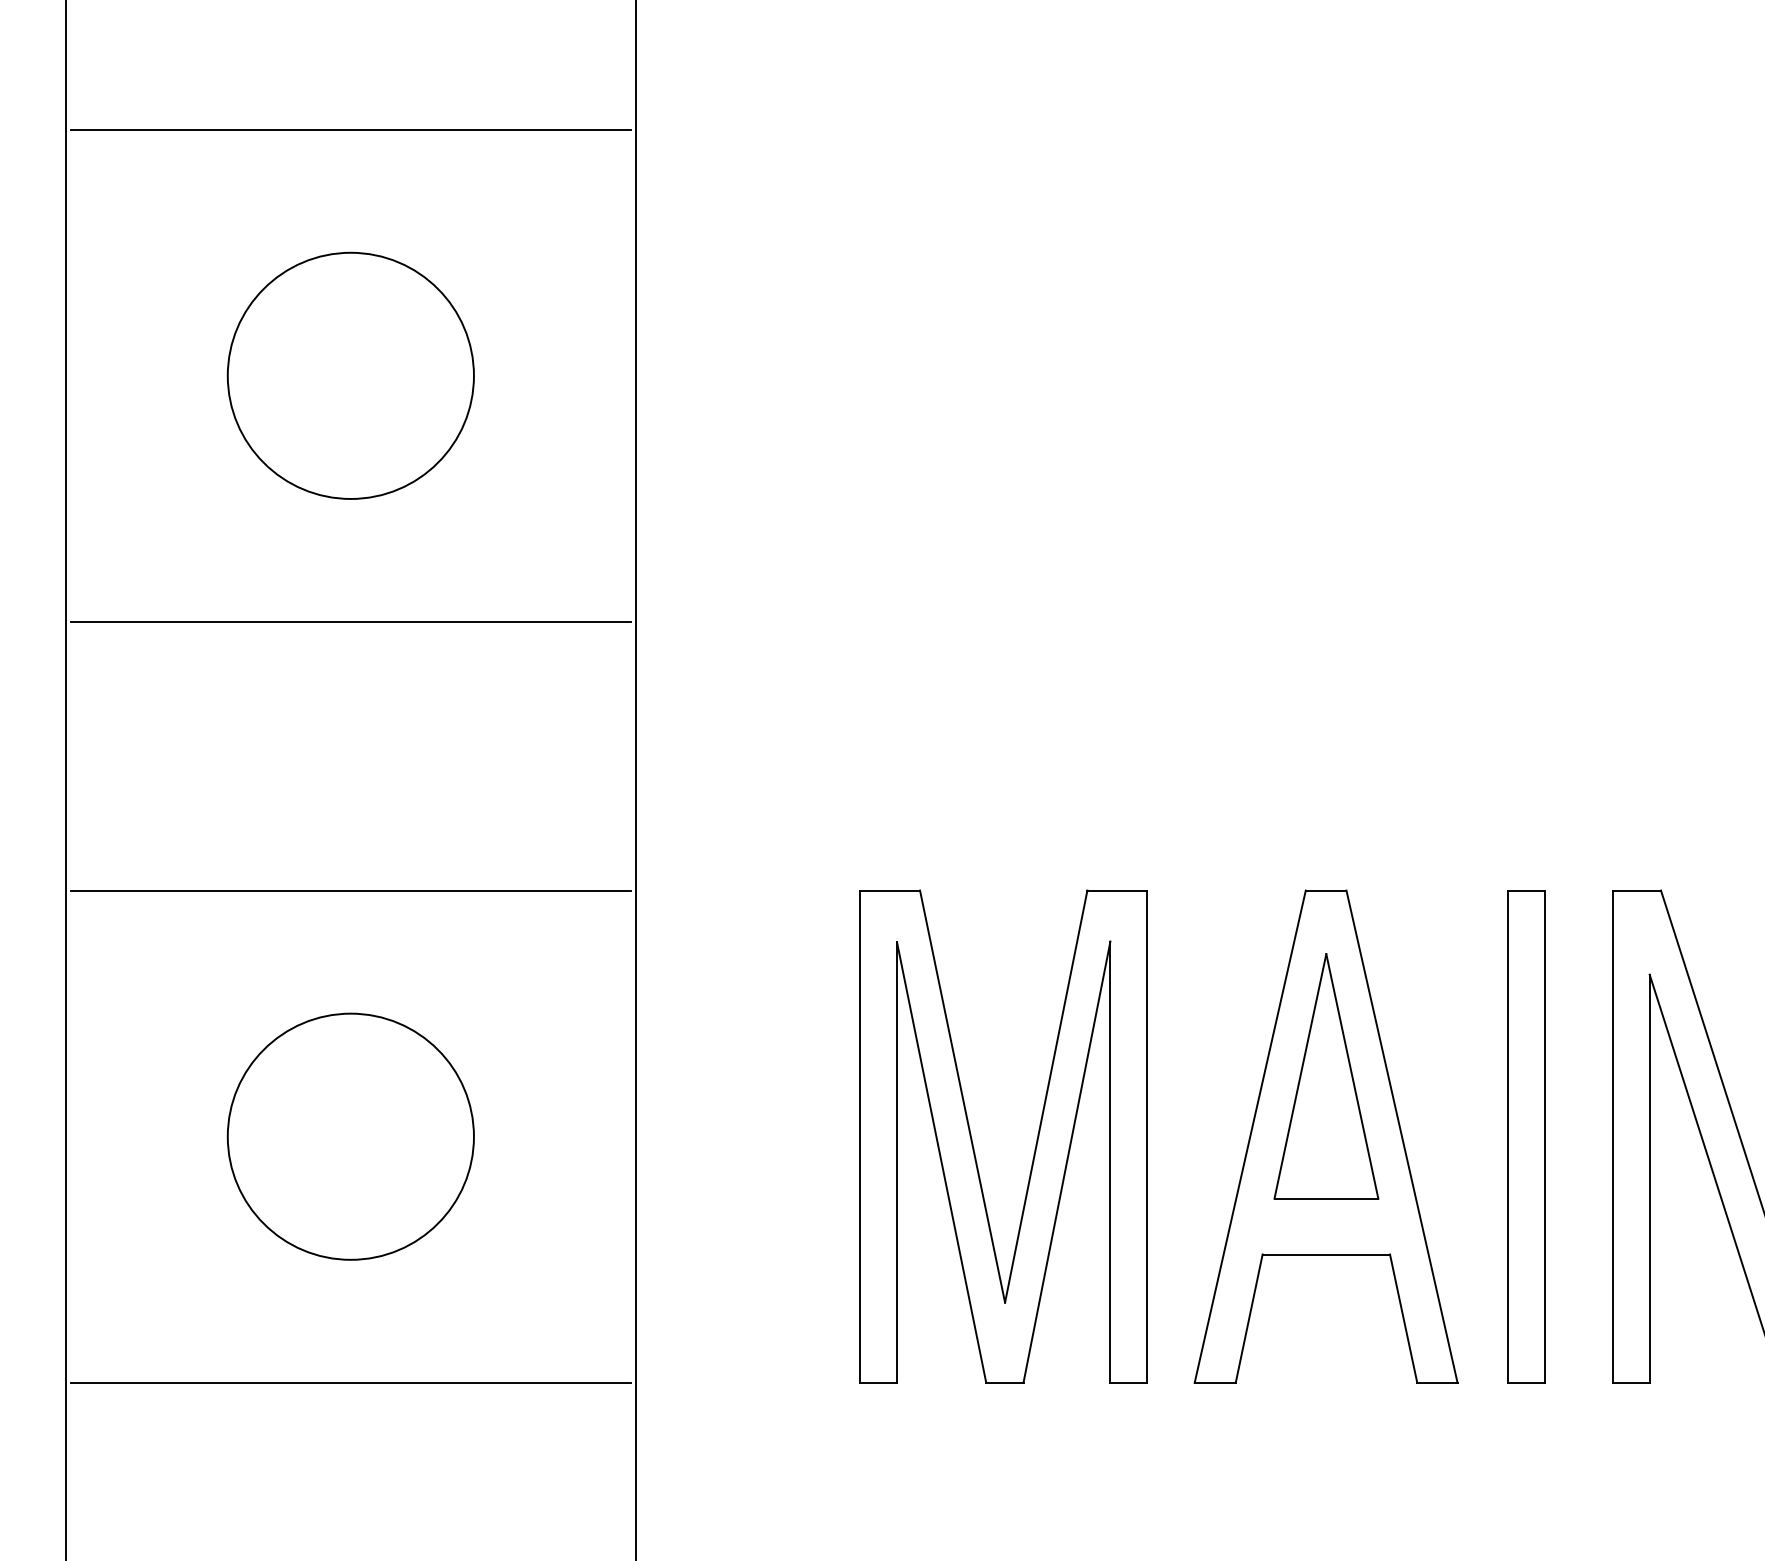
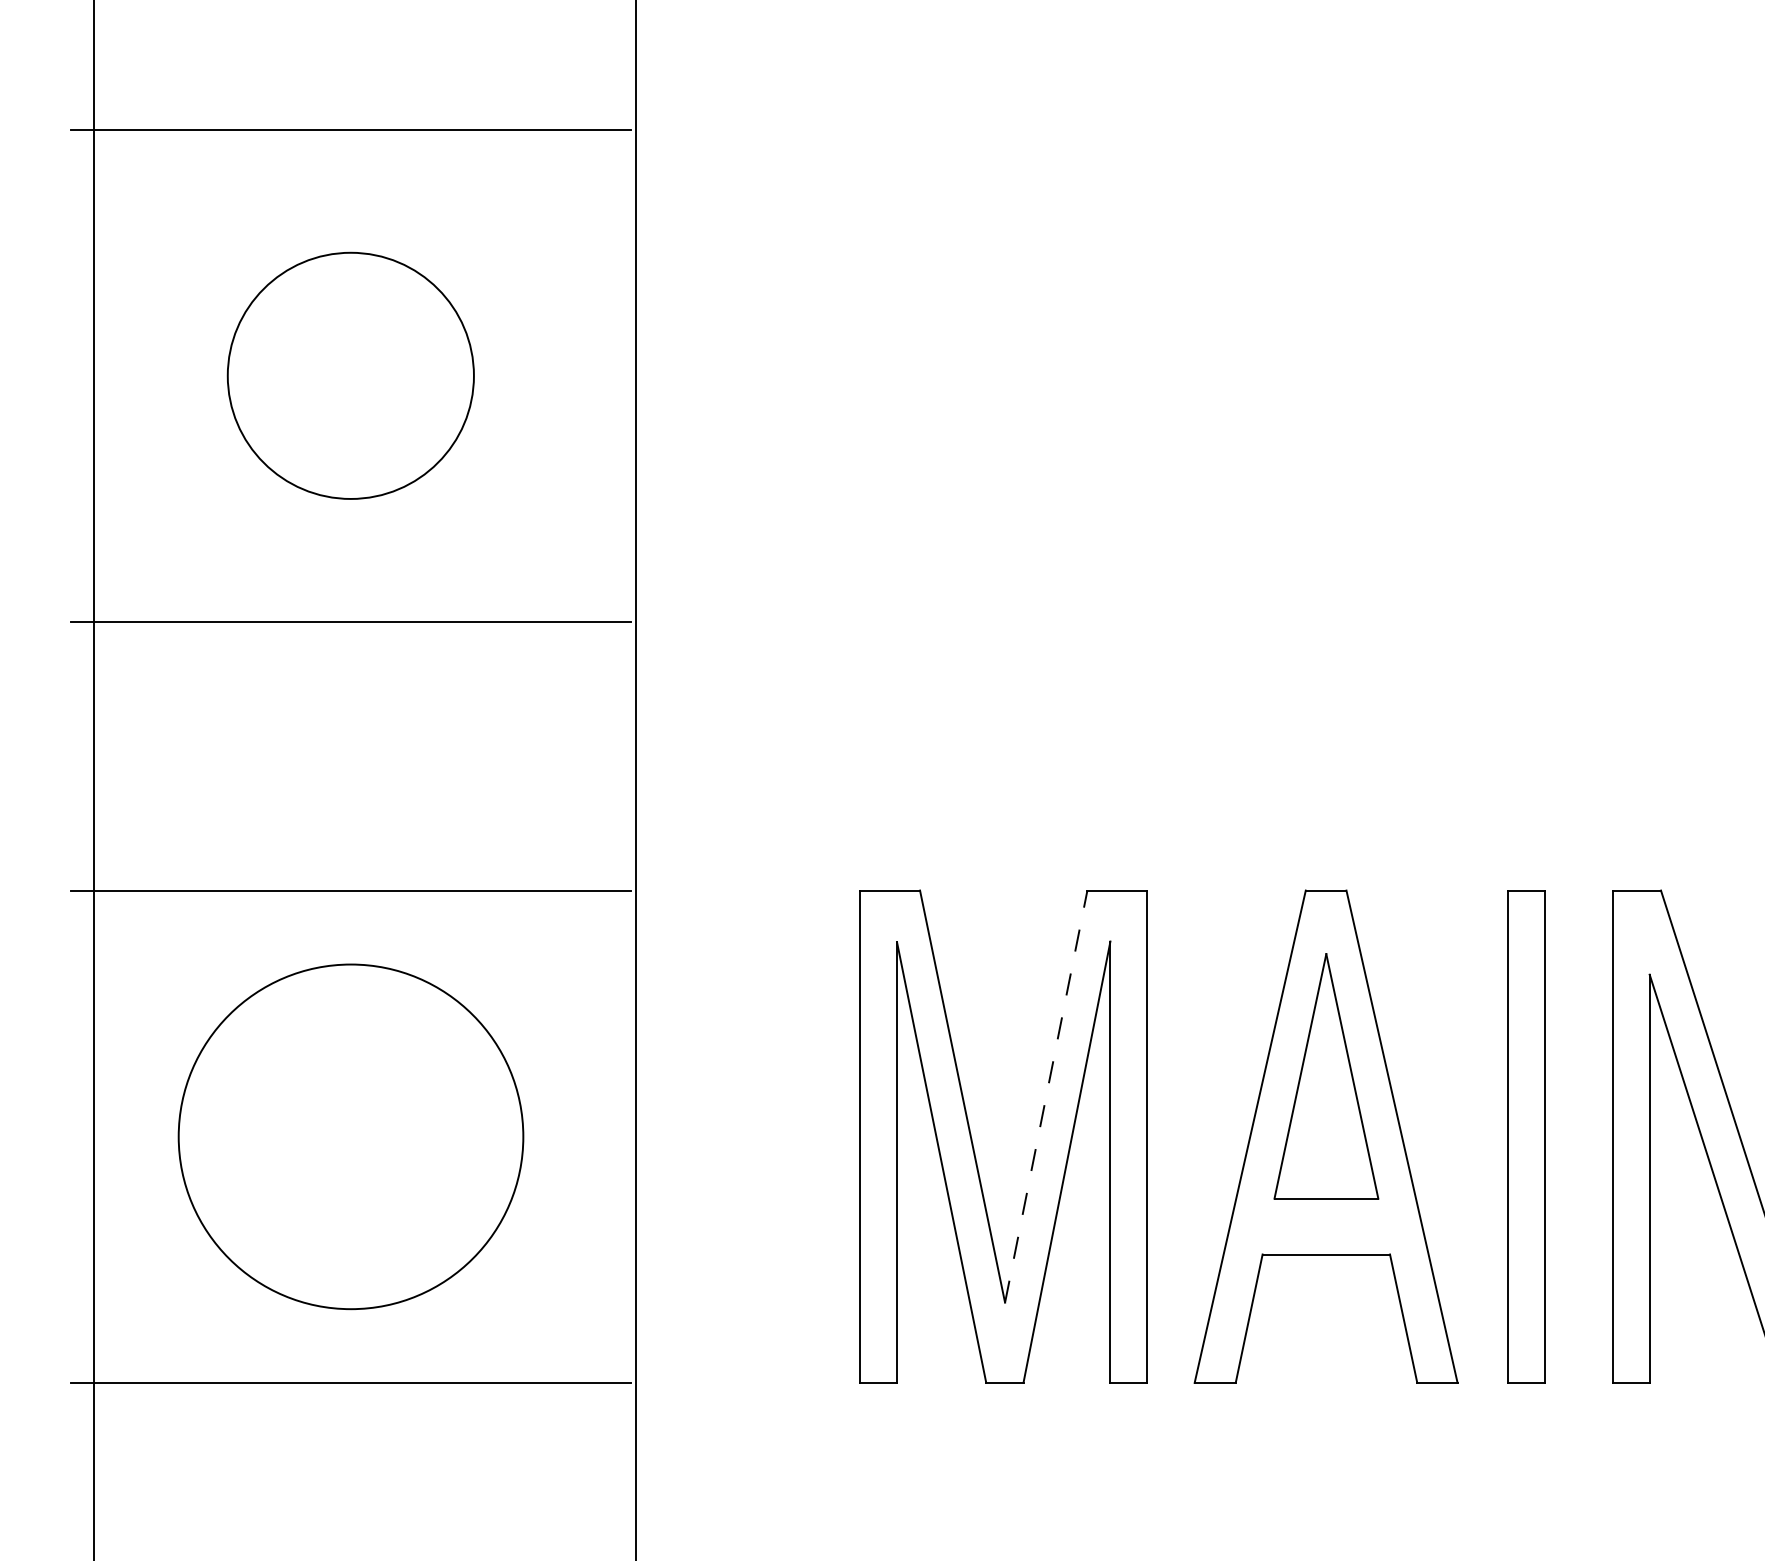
line at (65, 779) position: (65, 779) -> (93, 779)
line at (1046, 1096): solid -> dashed
circle at (350, 1136) size: 249x249 px -> 348x348 px
